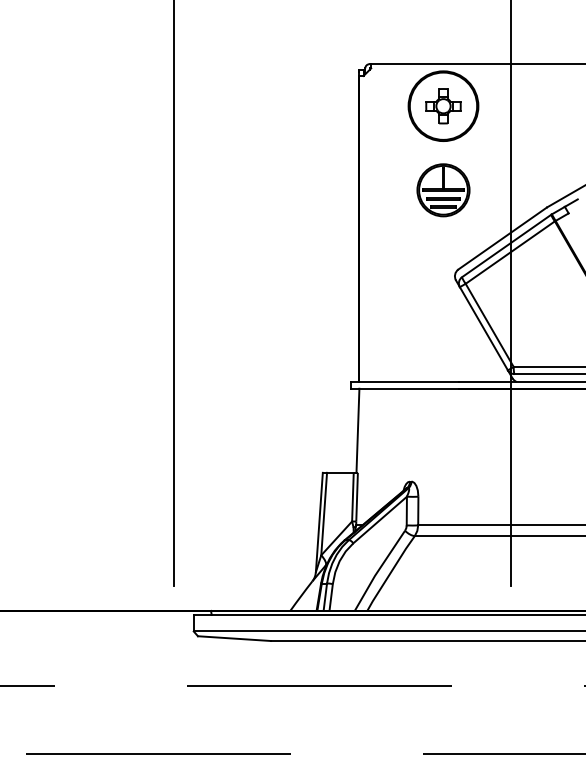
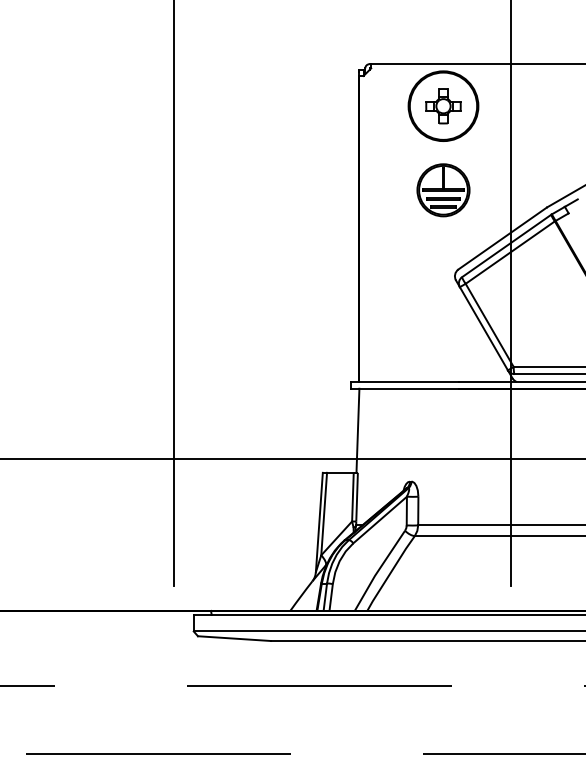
line at (292, 459): none -> present
